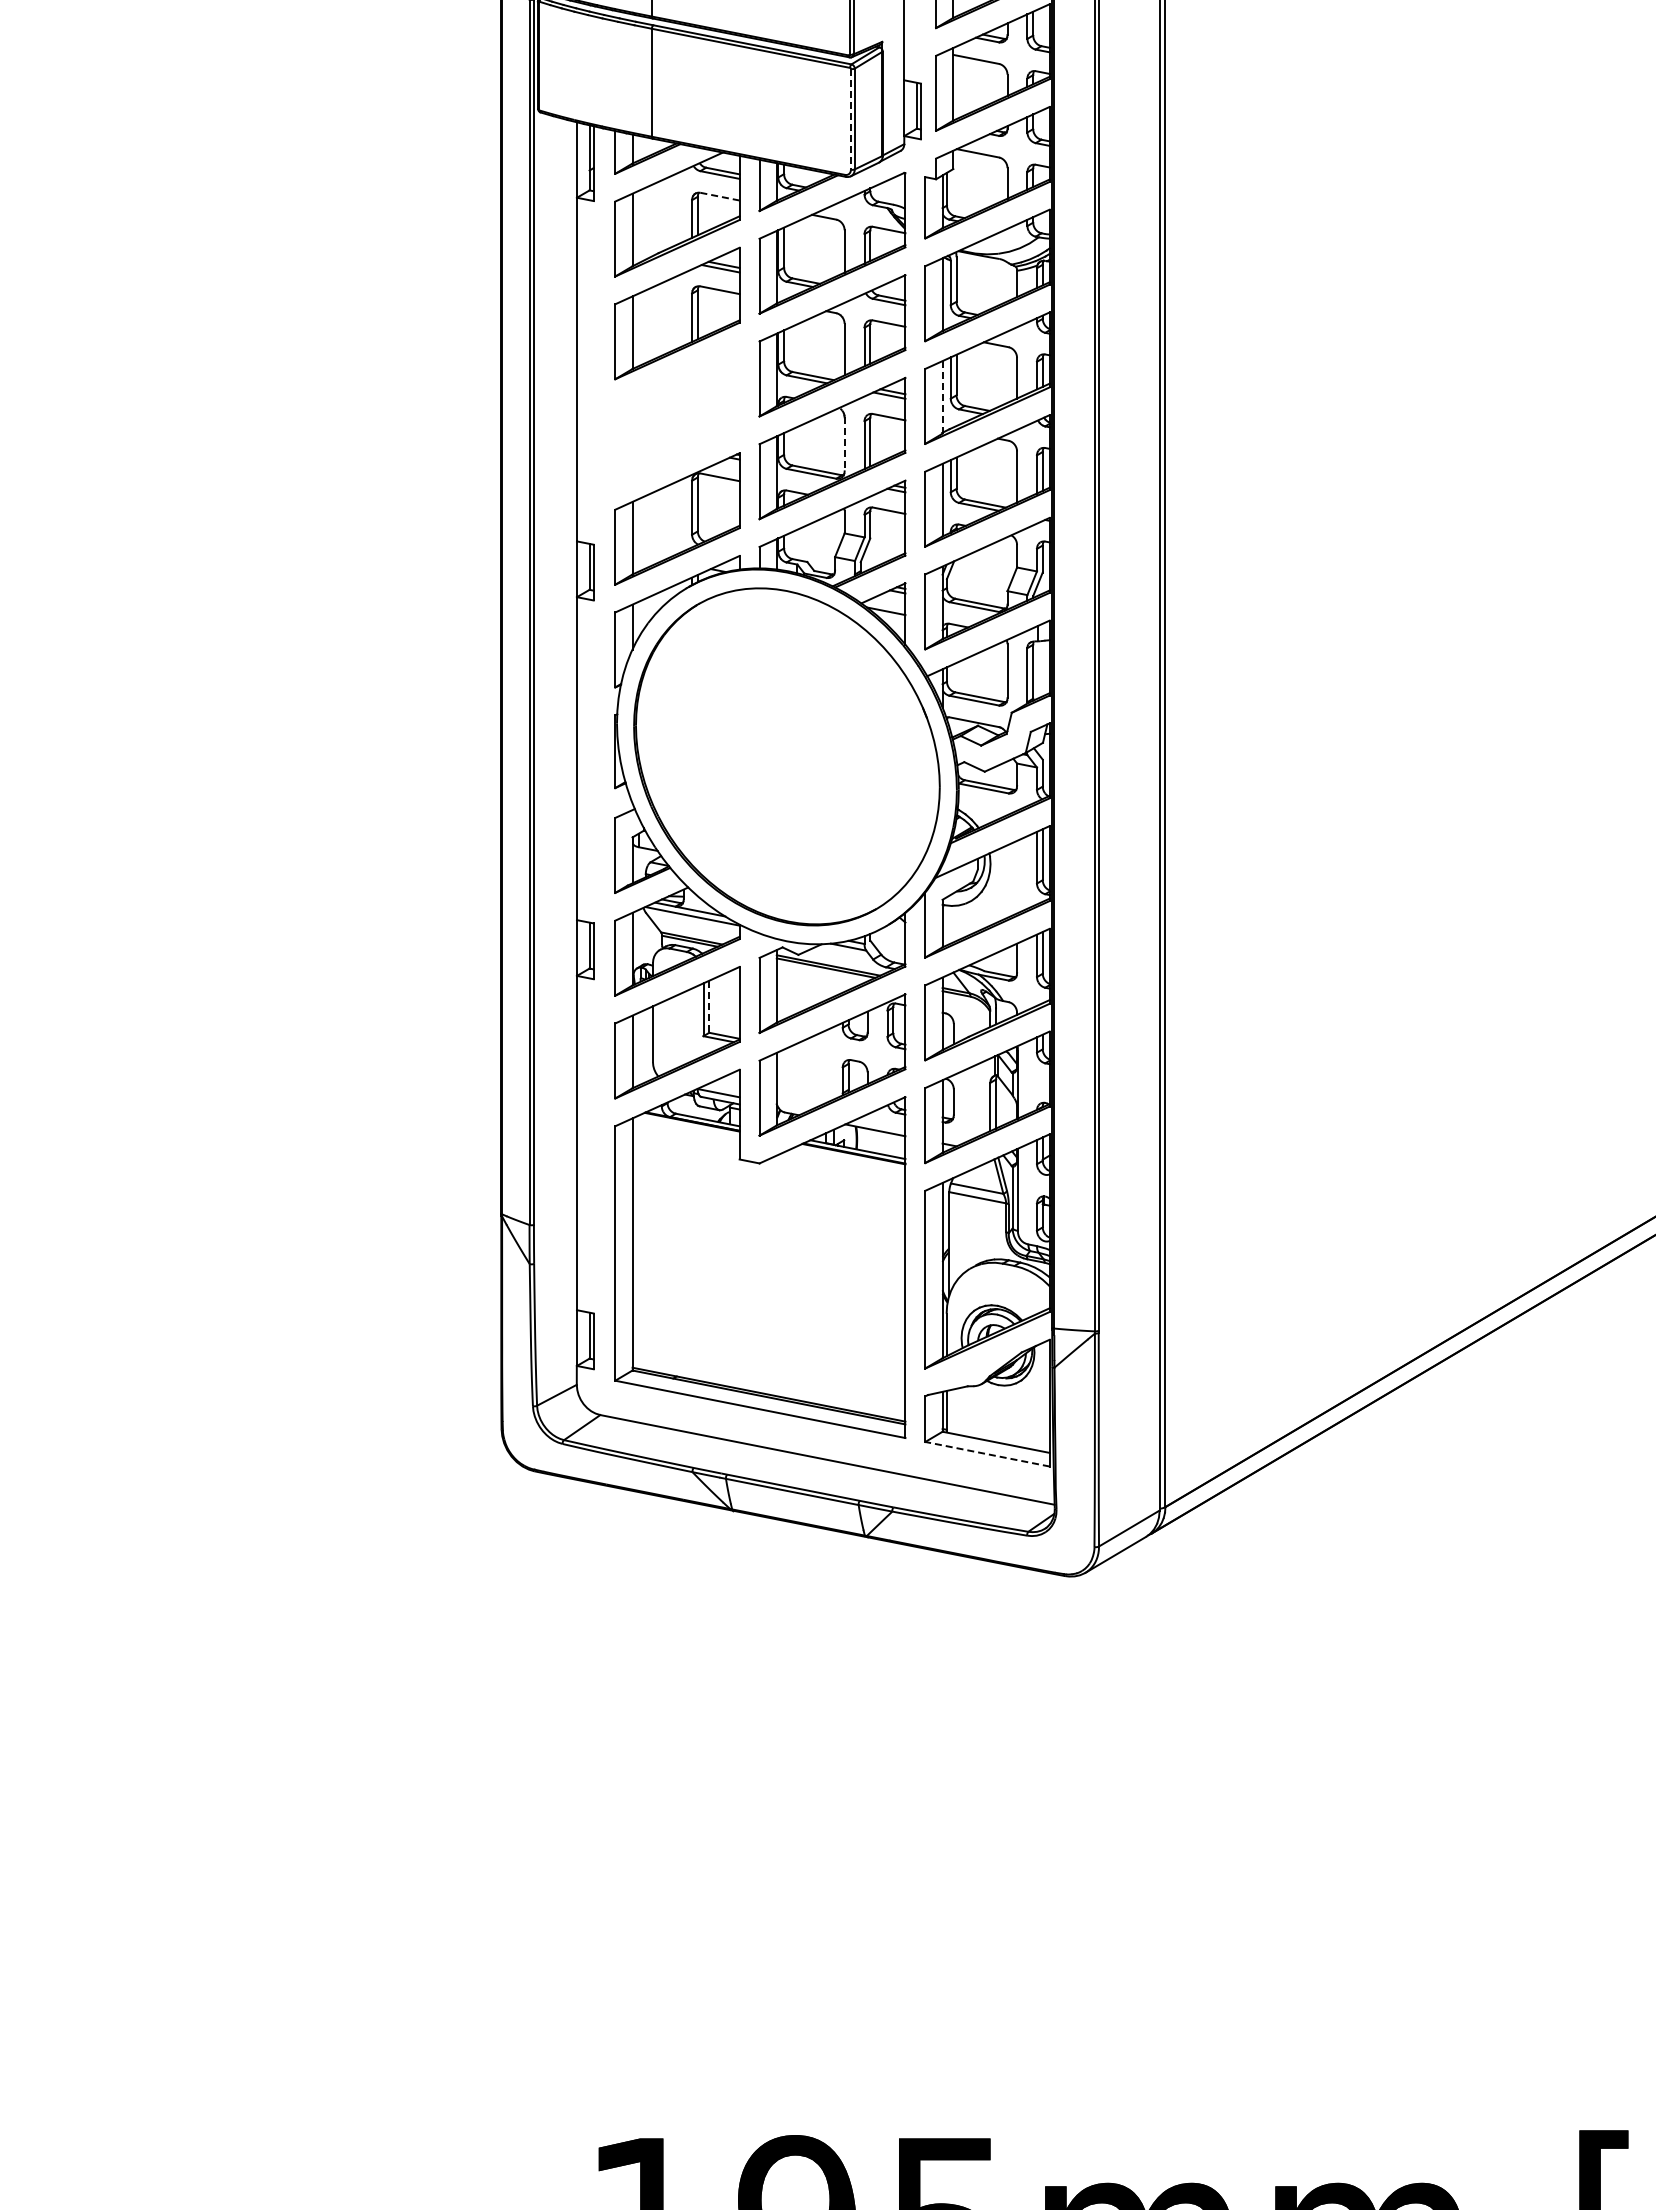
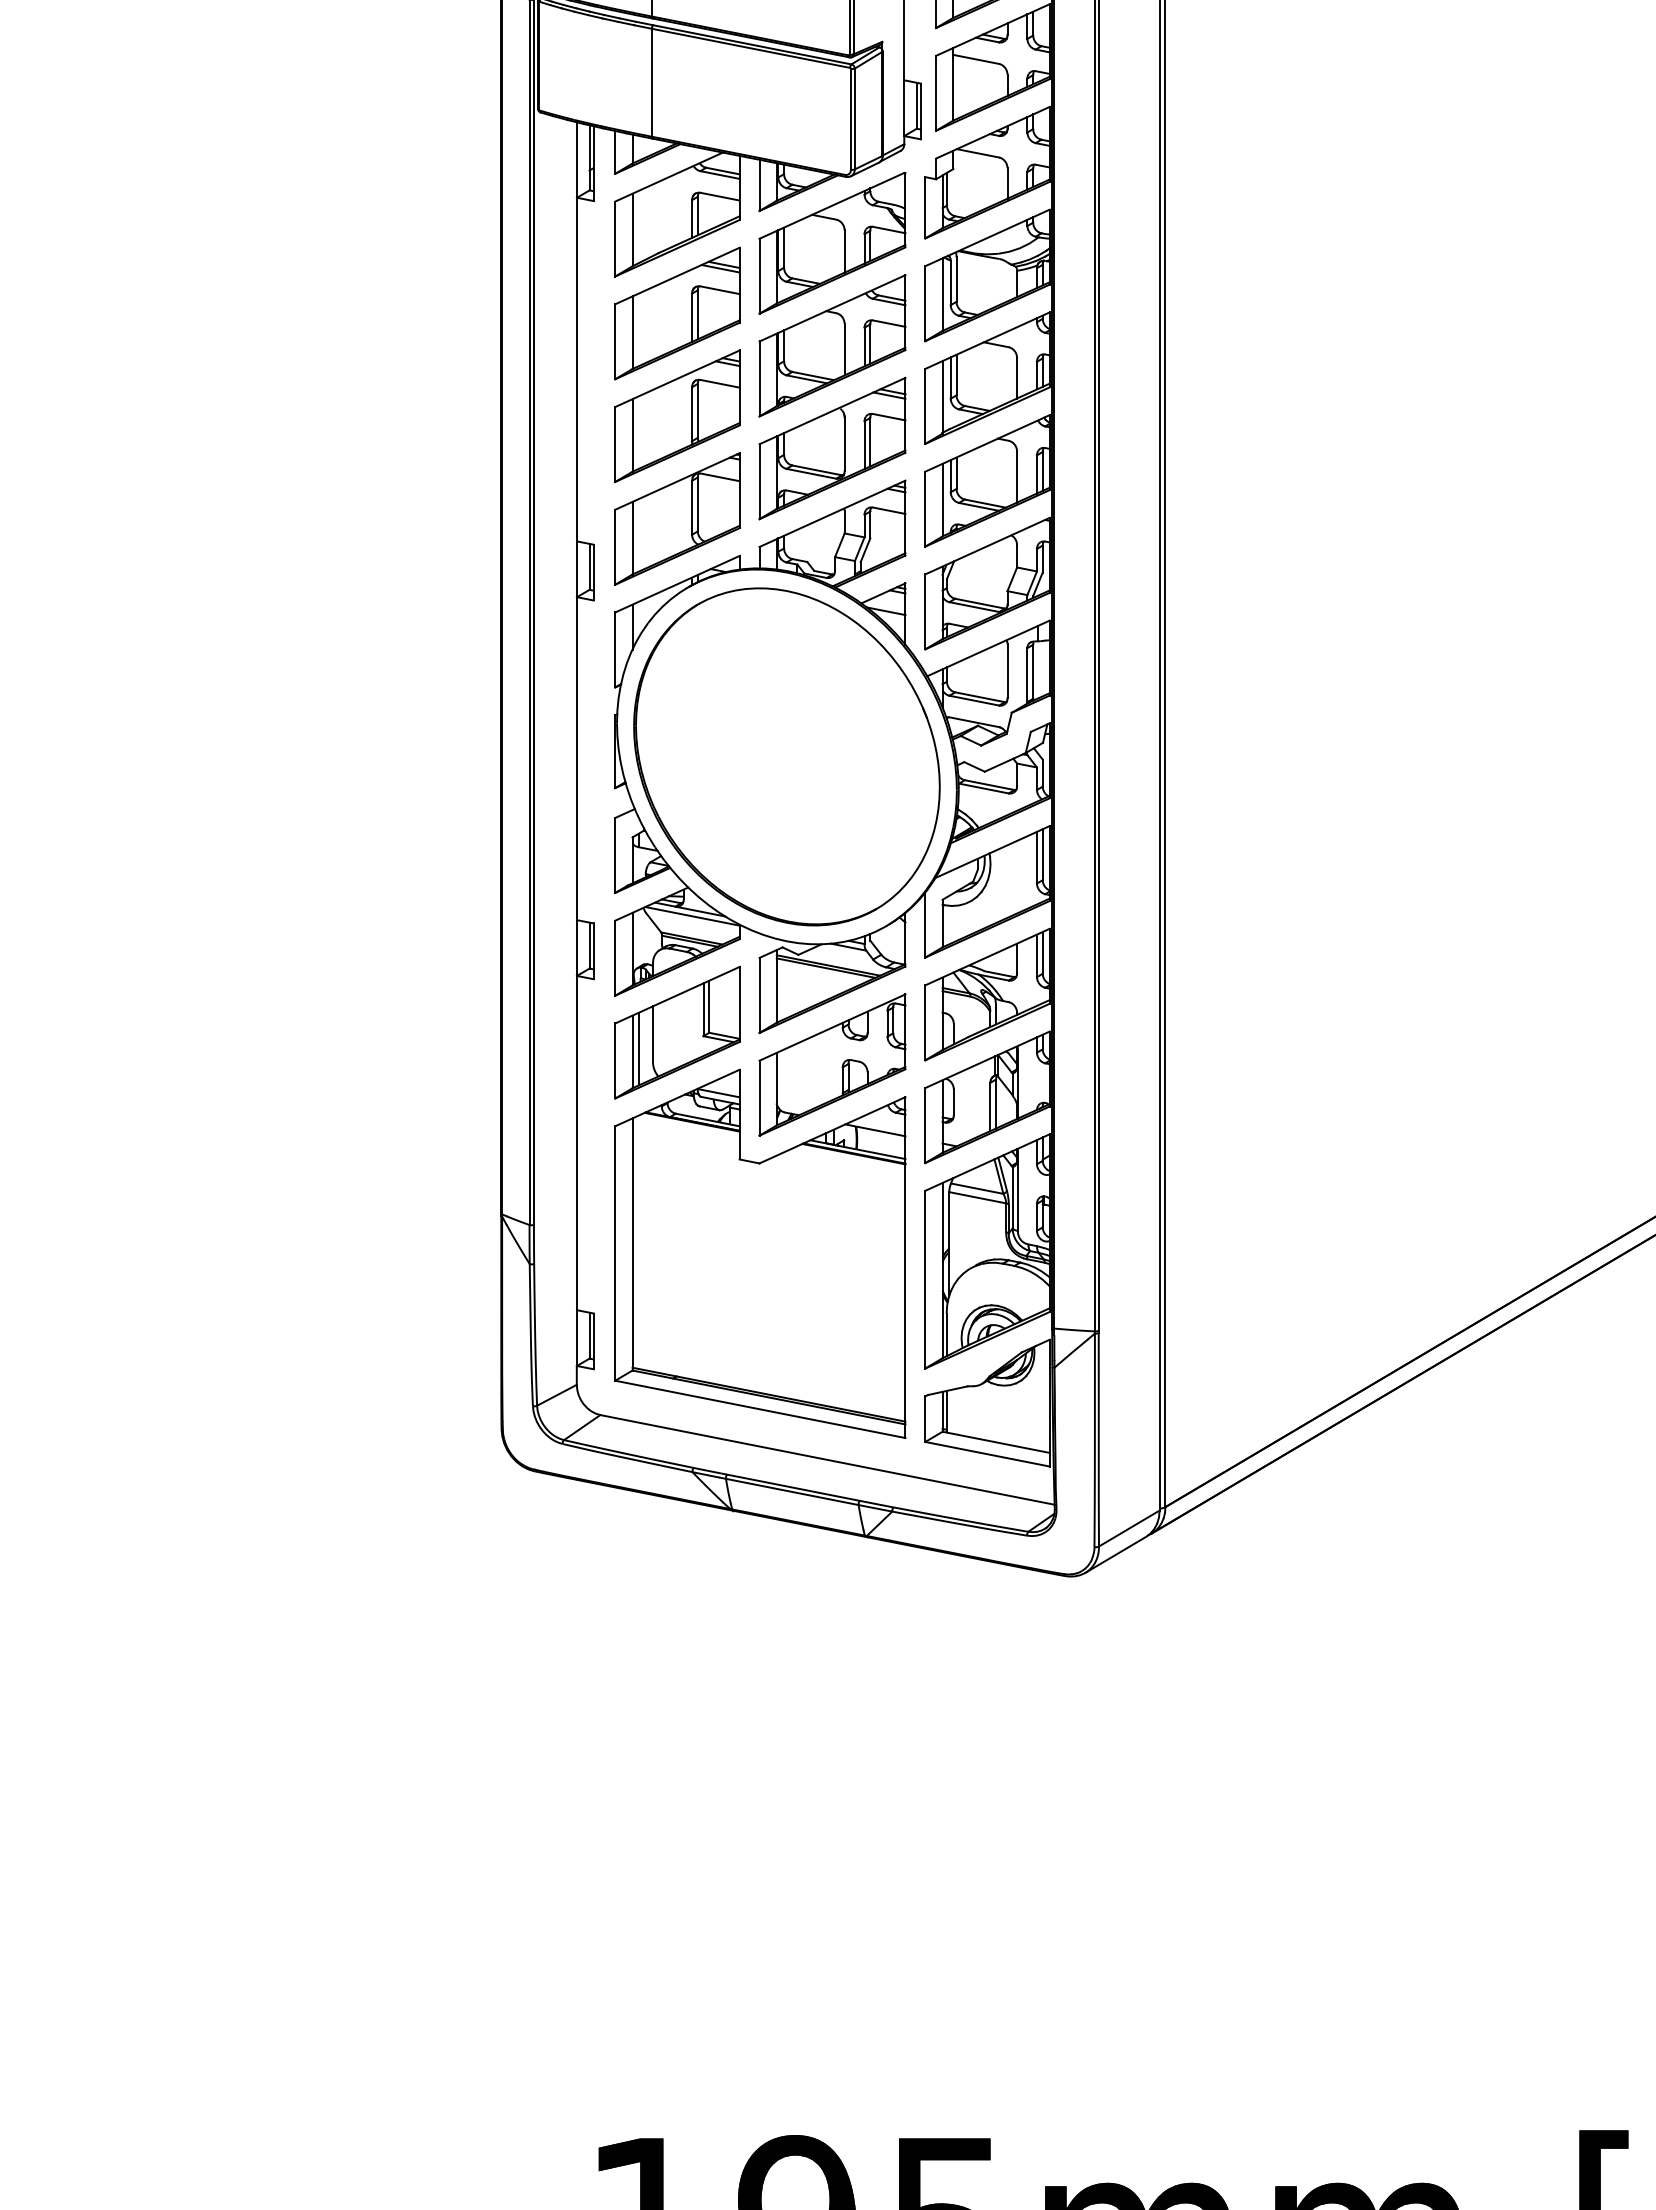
line at (850, 119): dashed -> solid
line at (720, 196): dashed -> solid
line at (942, 396): dashed -> solid
part at (677, 415): none -> present
line at (844, 444): dashed -> solid
line at (709, 1007): dashed -> solid
line at (638, 1048): none -> present
line at (987, 1454): dashed -> solid
